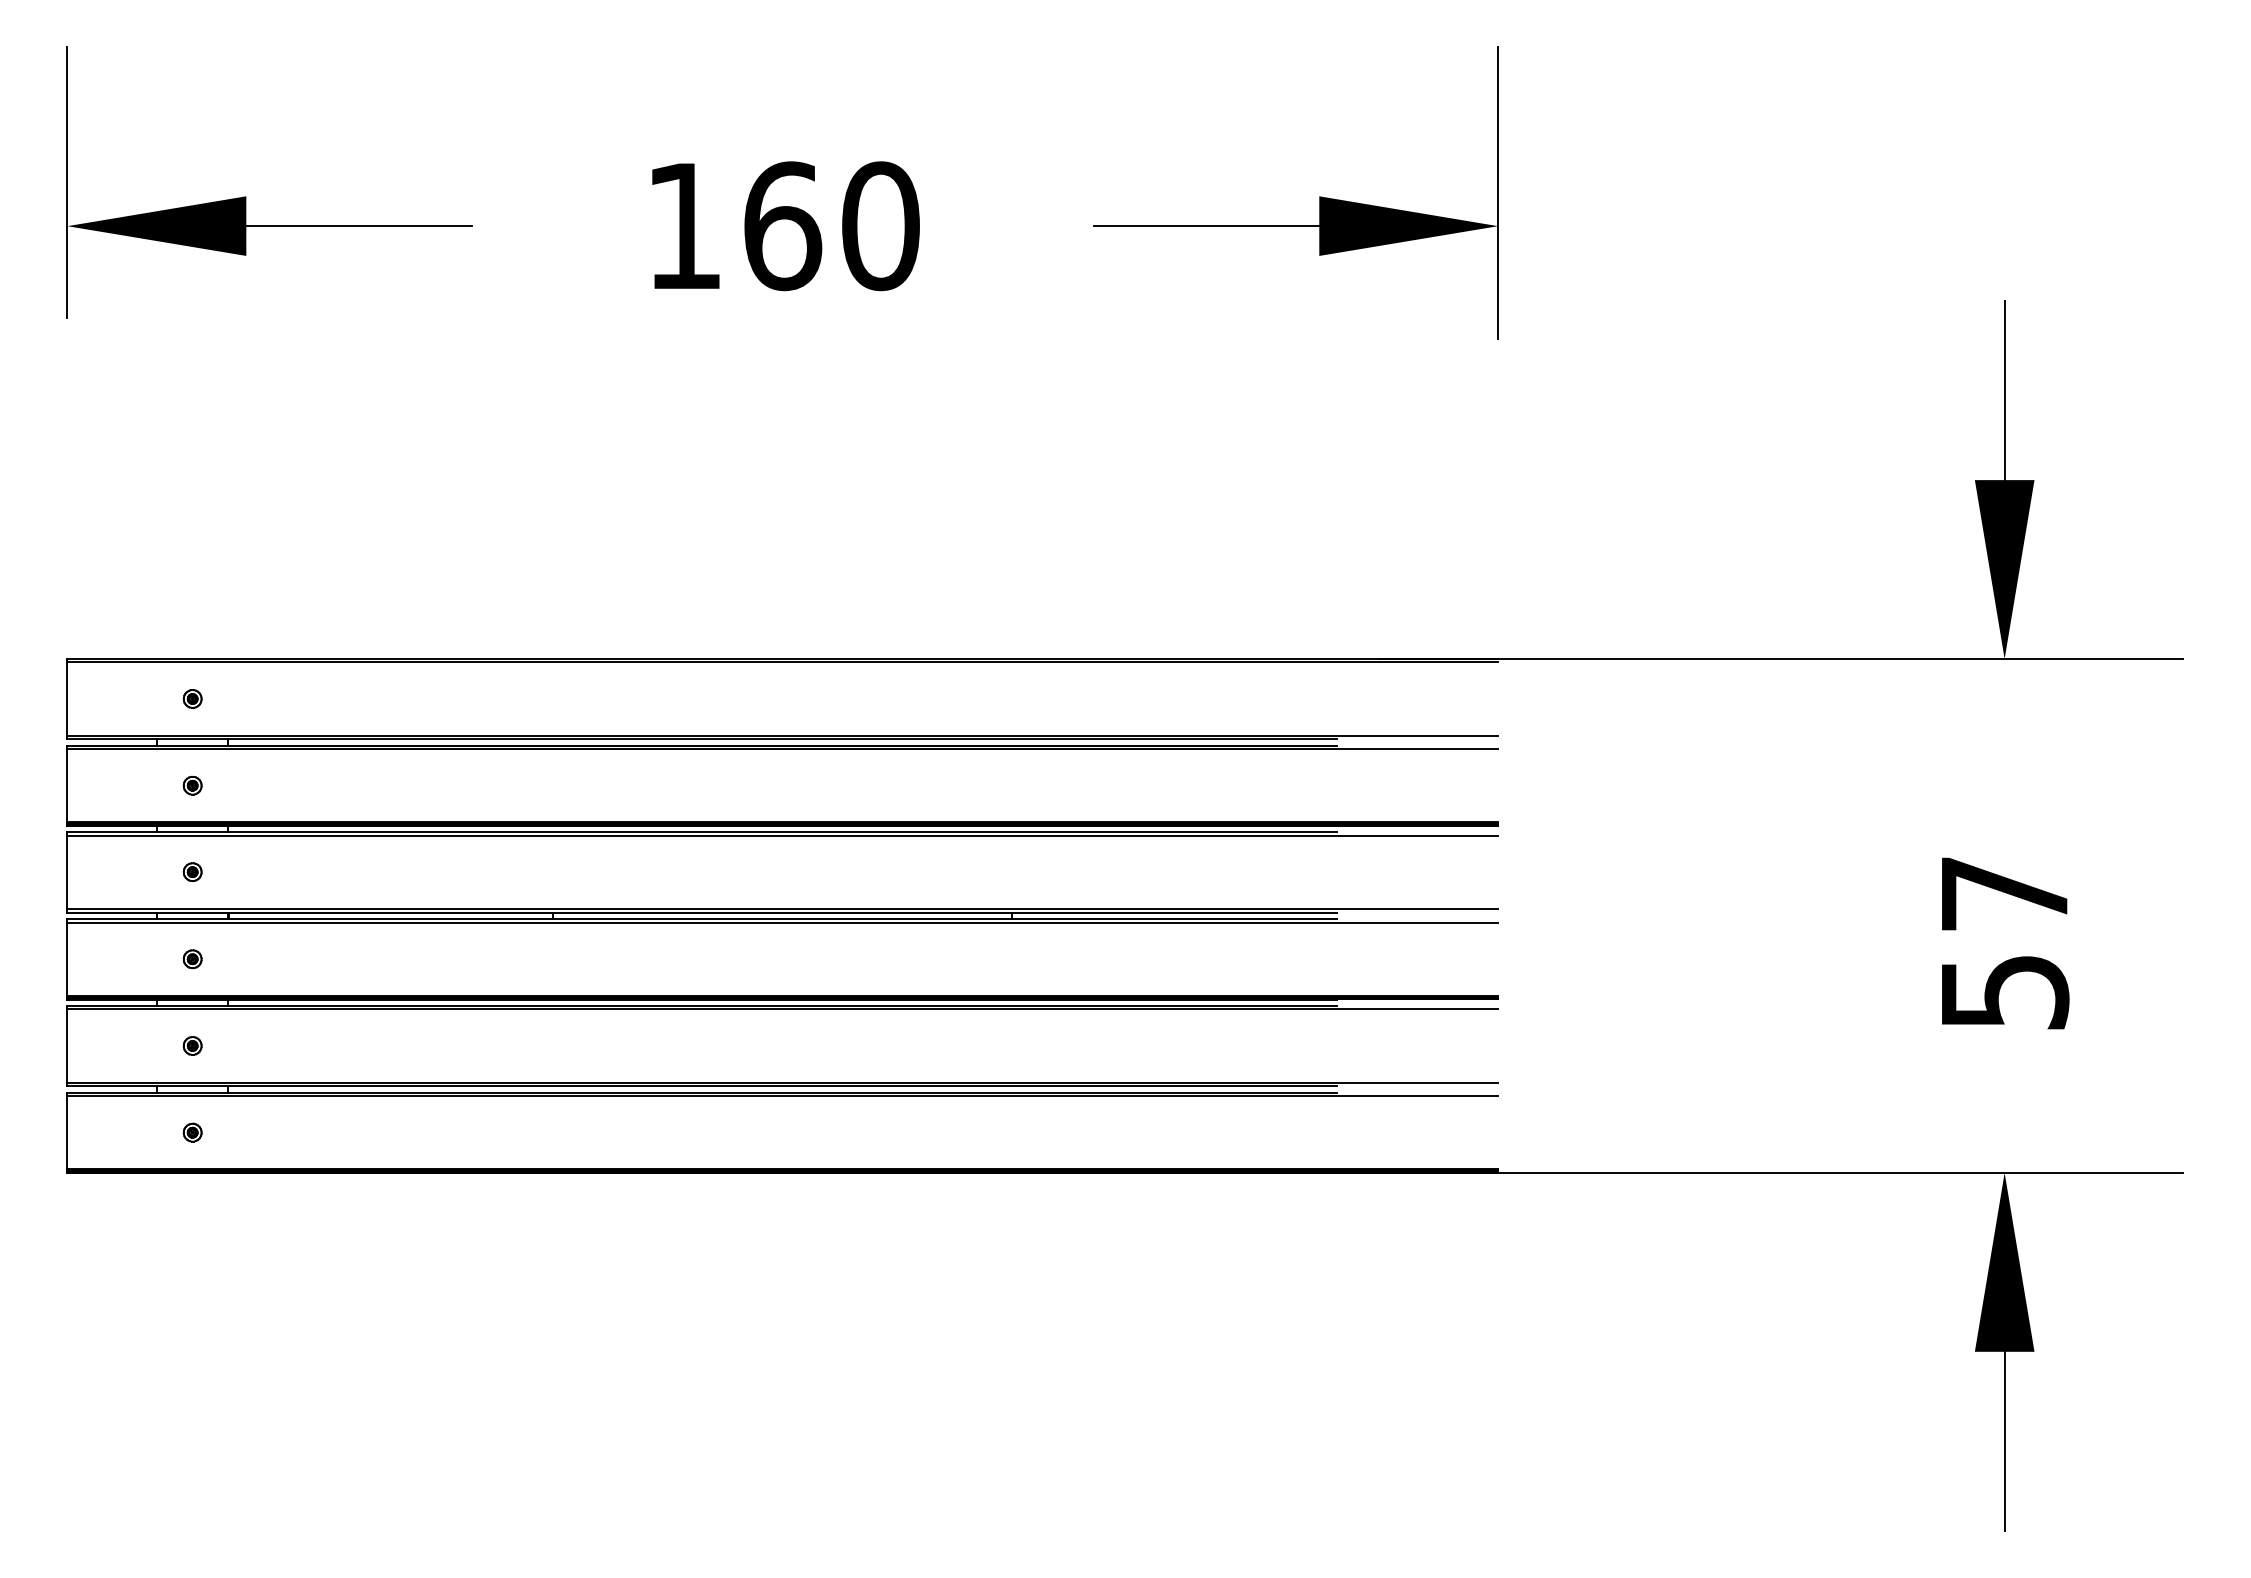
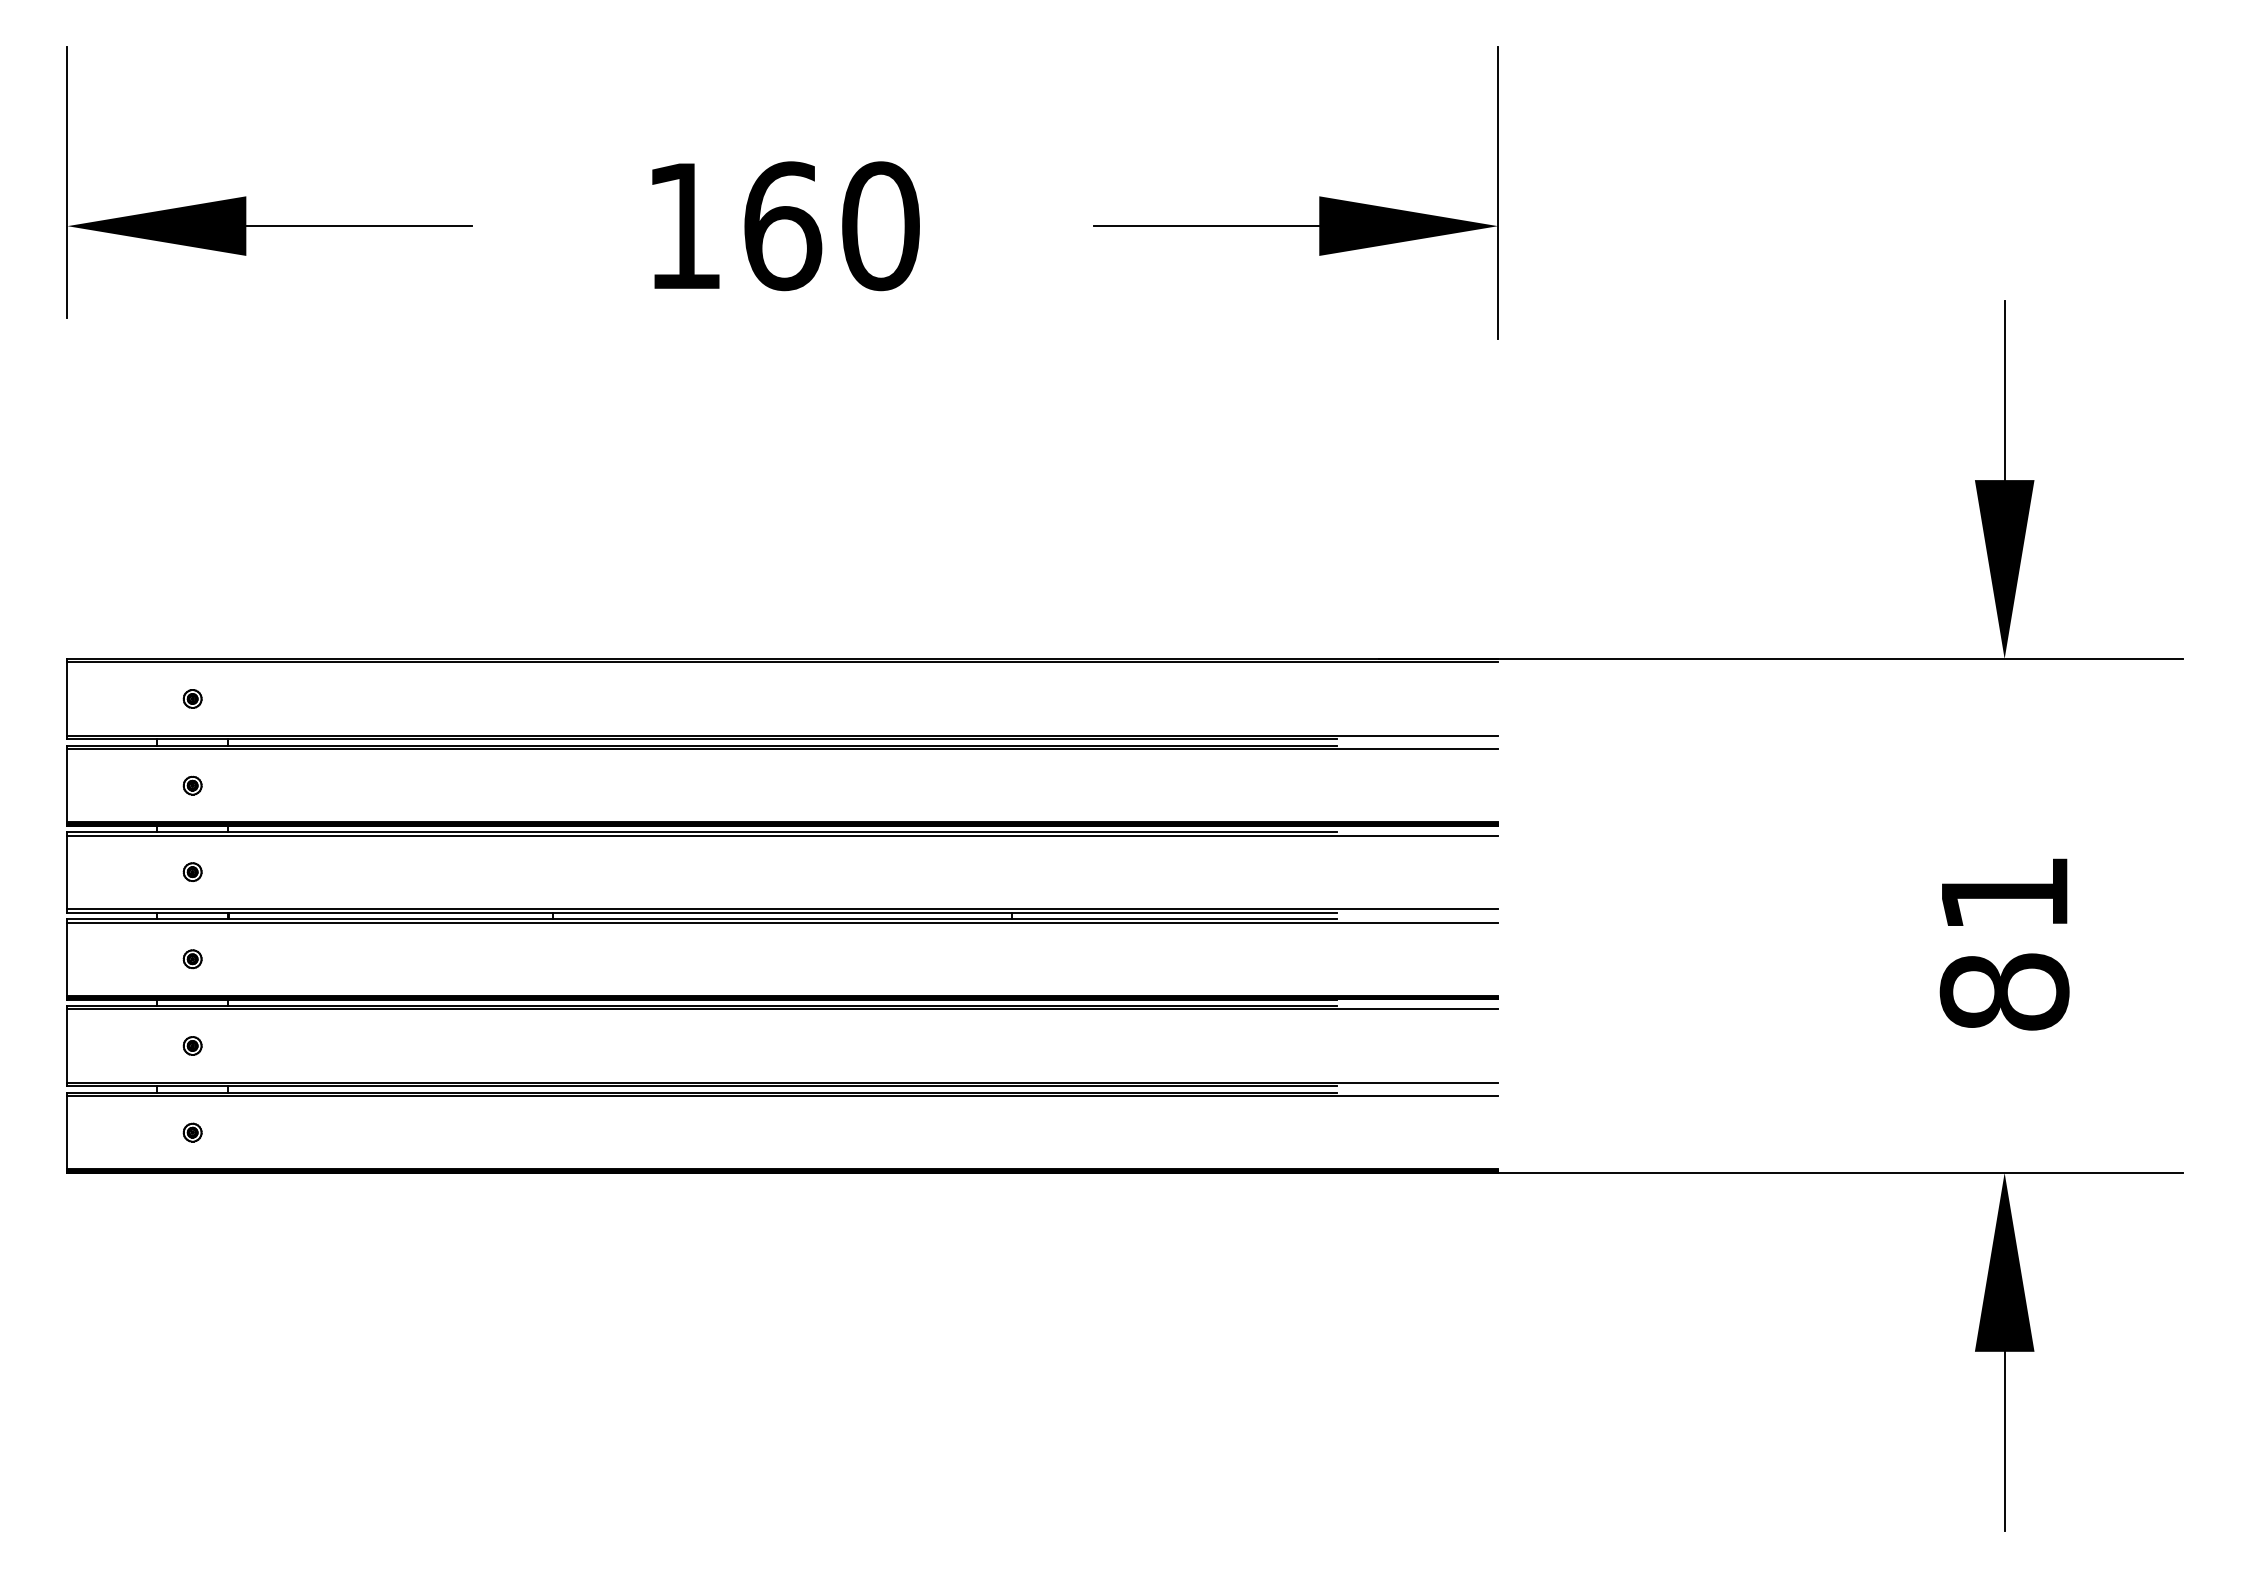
text at (2004, 943): 57 -> 81
